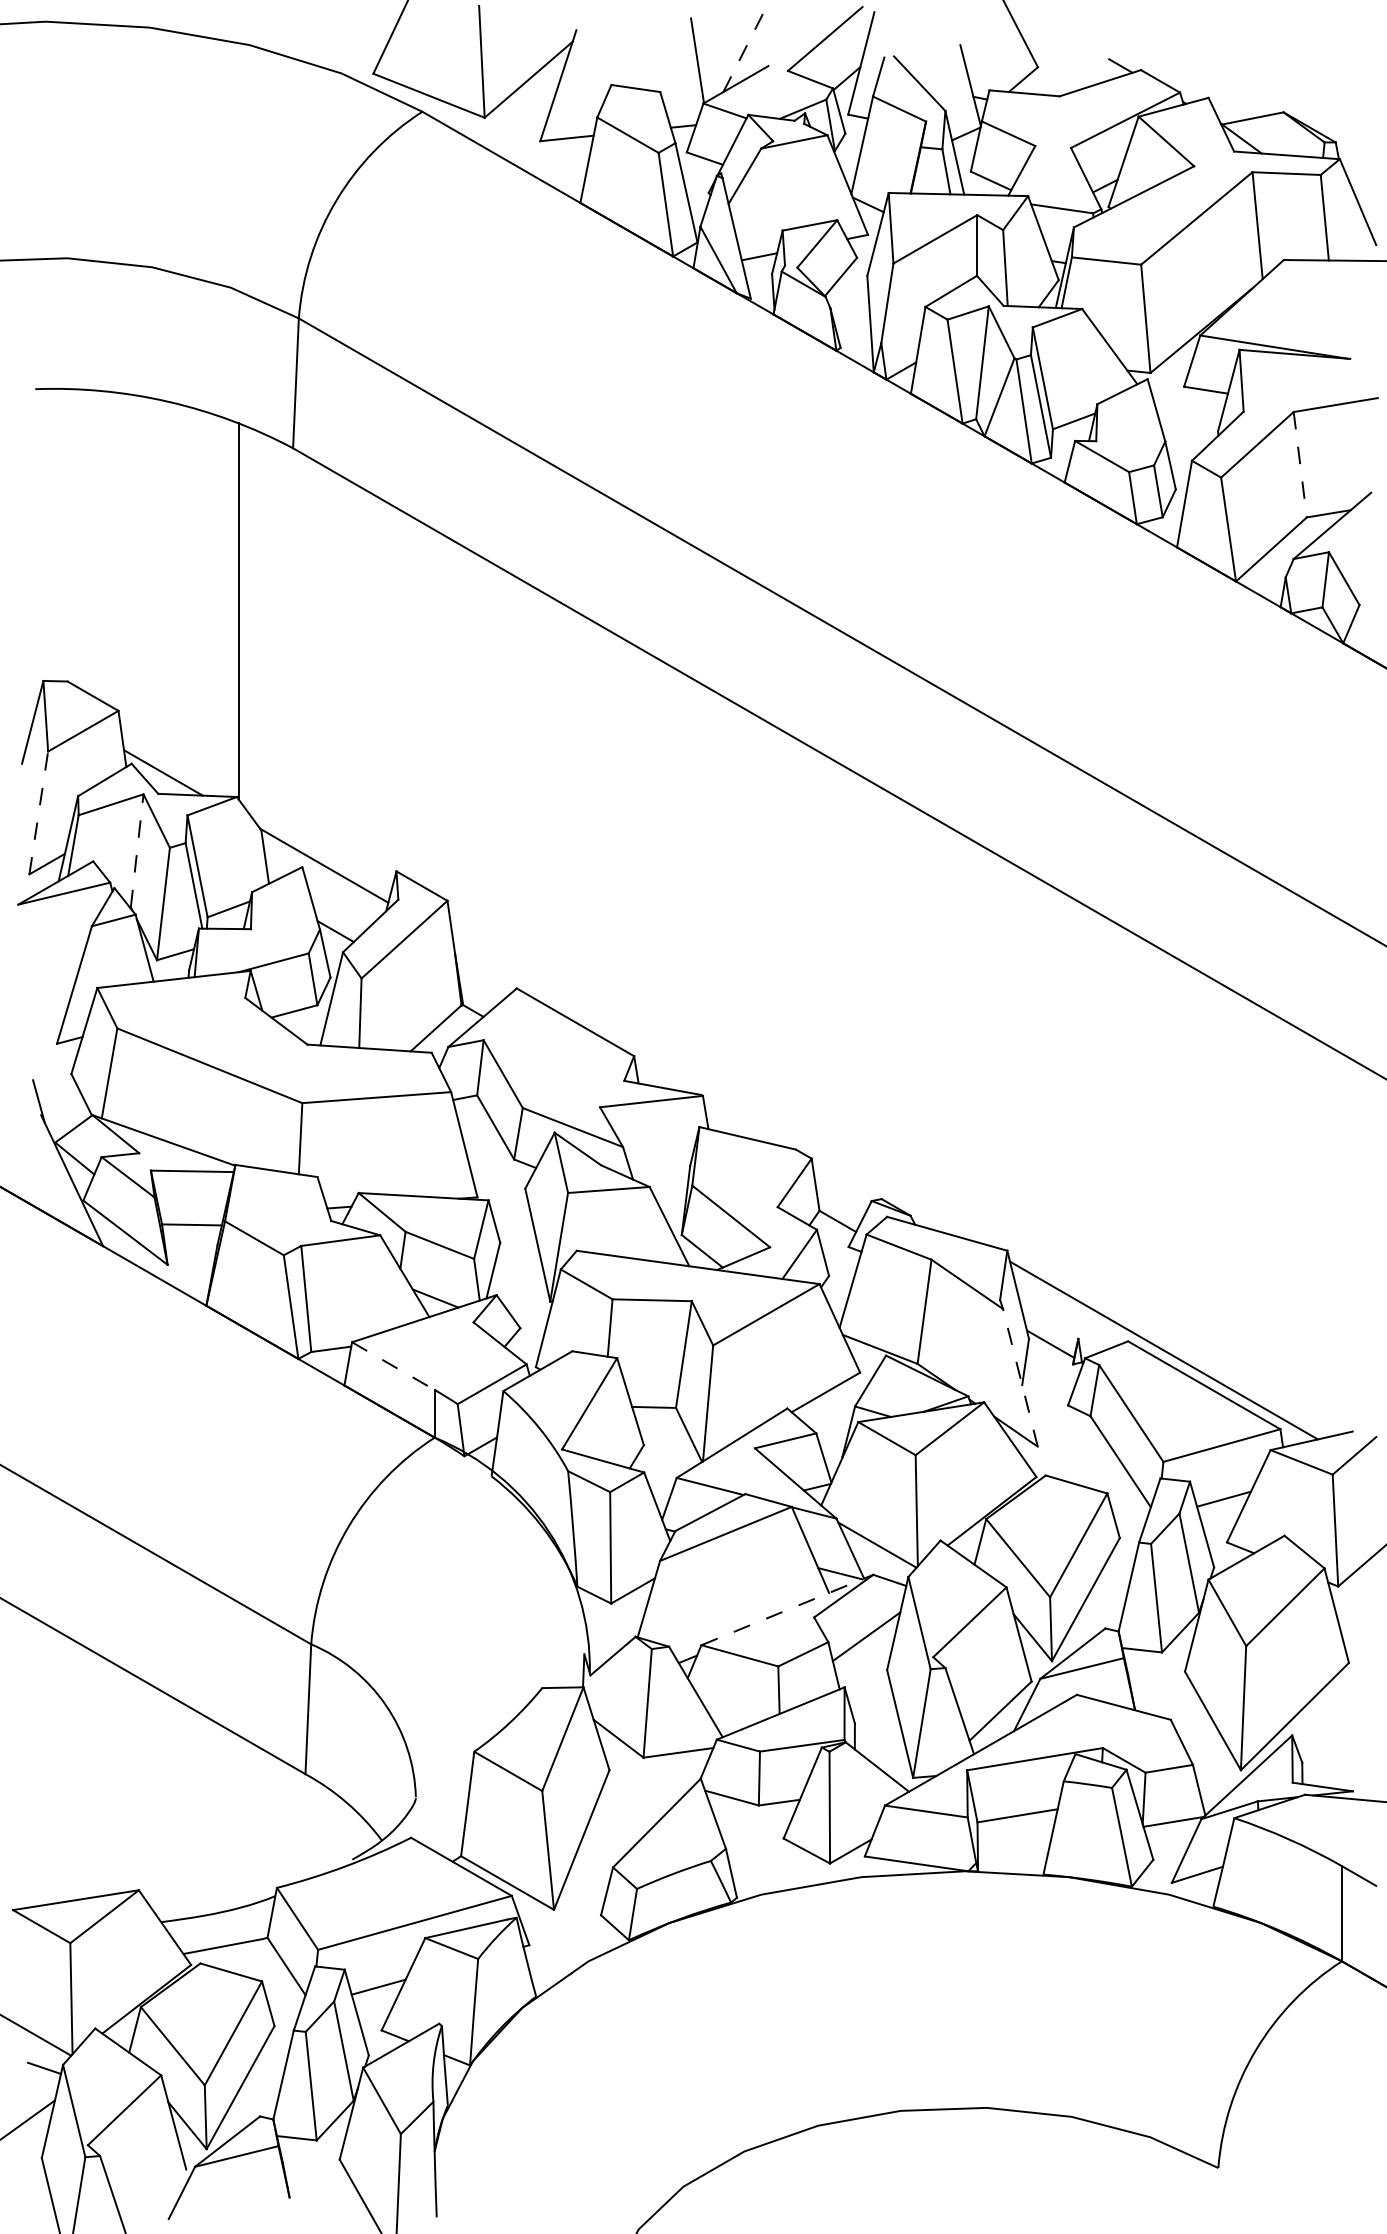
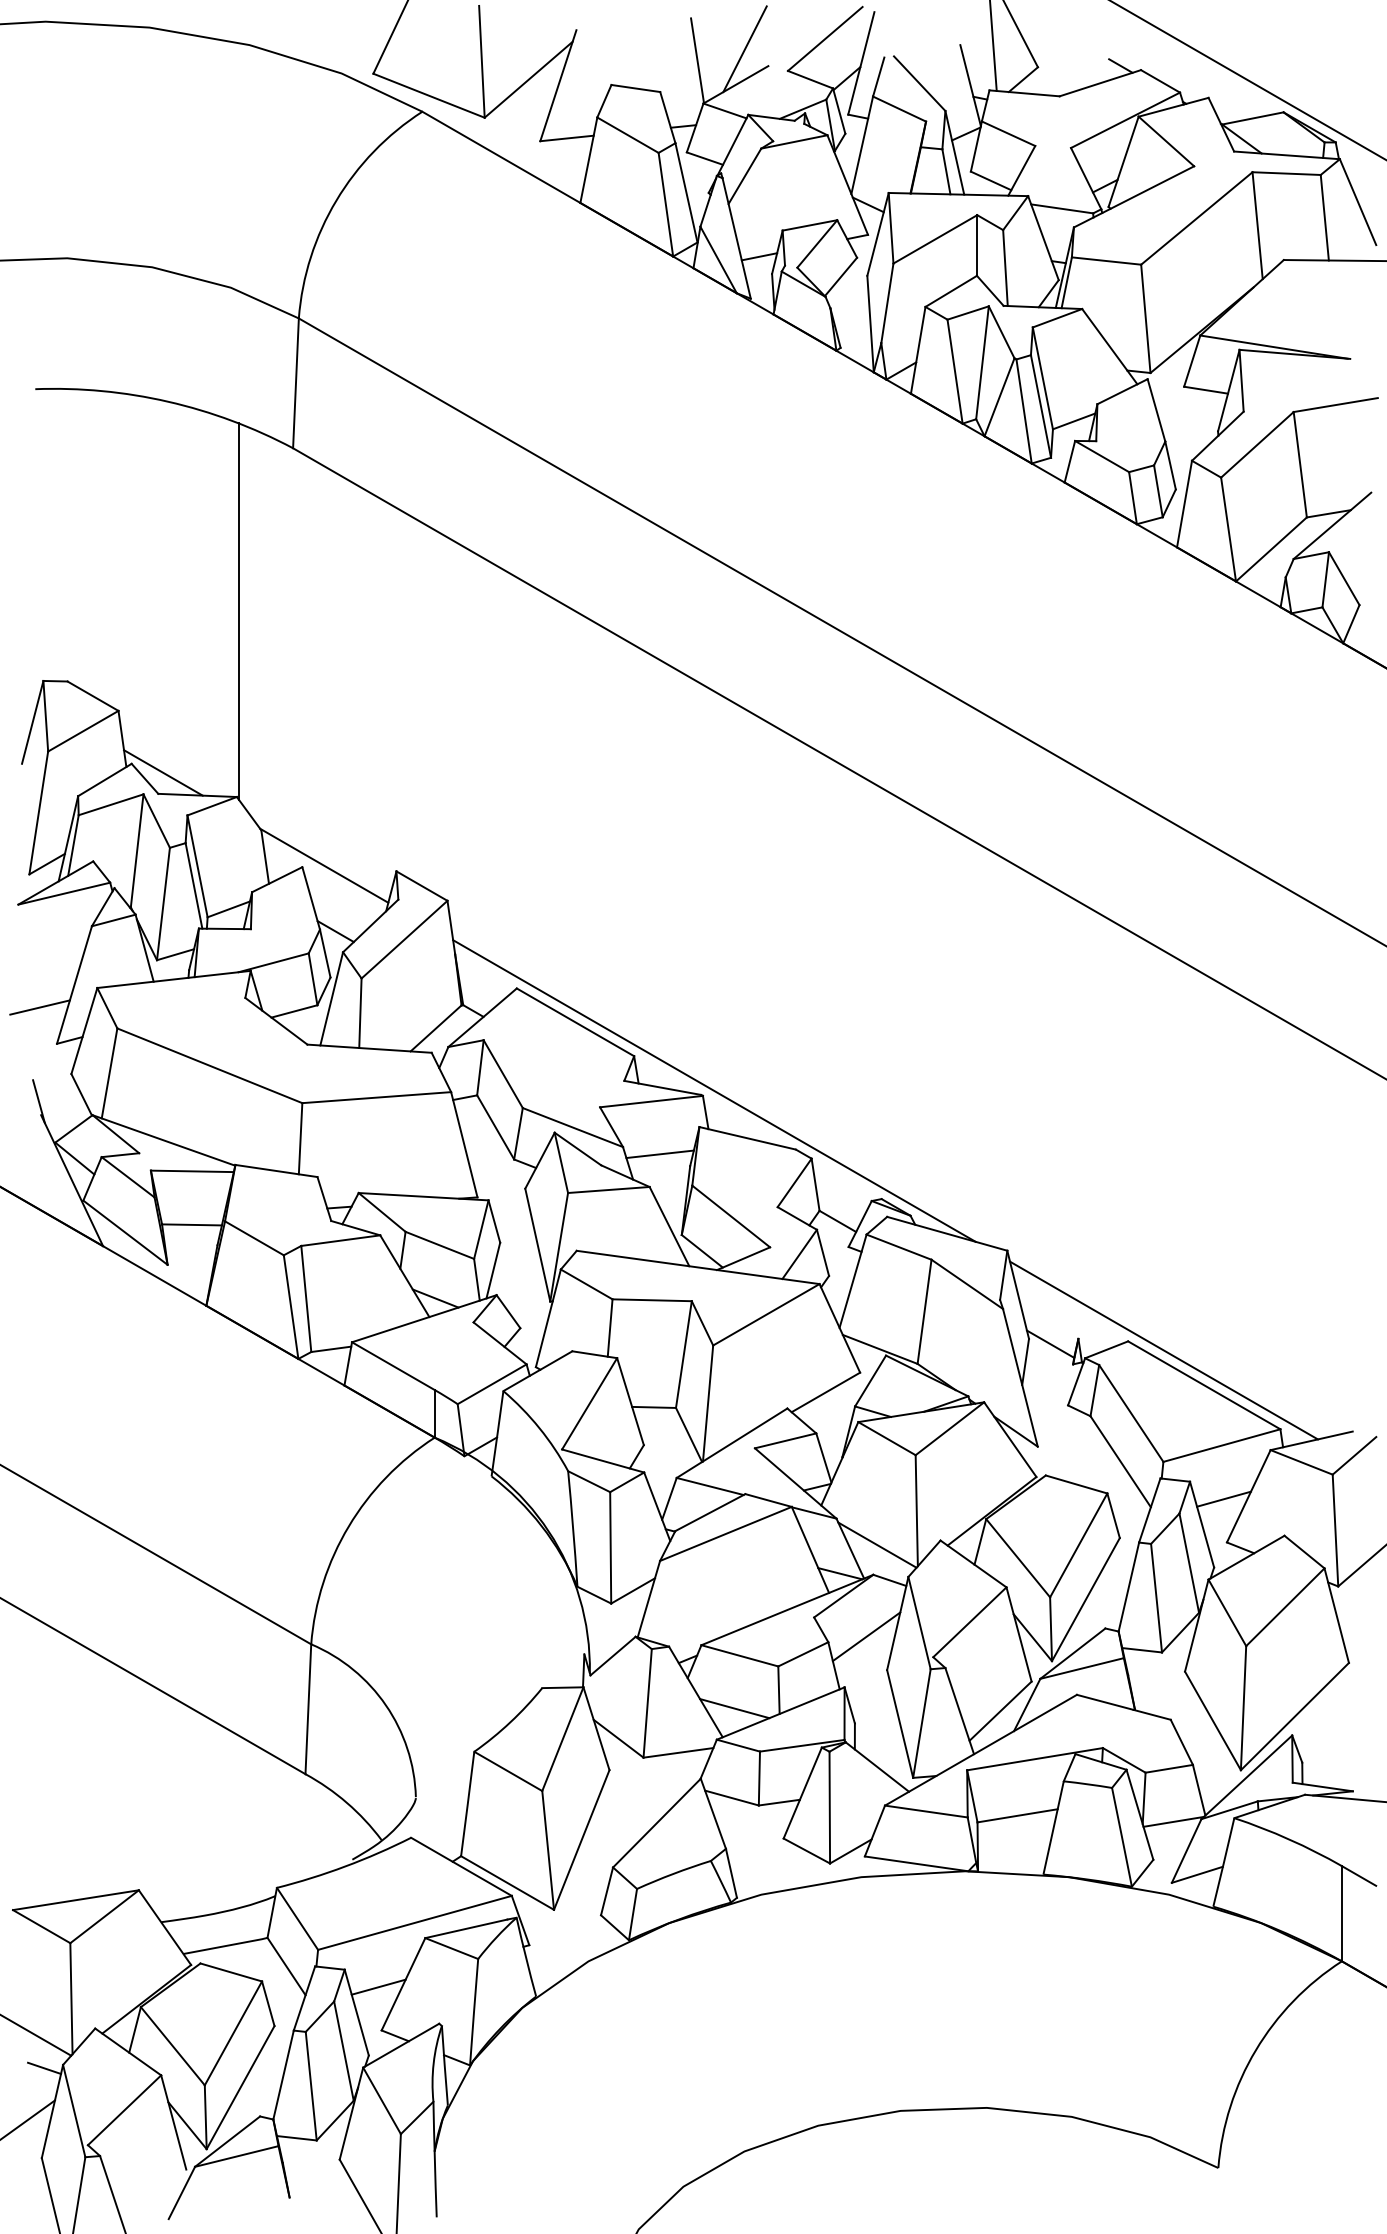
line at (993, 46): none -> present
line at (745, 48): dashed -> solid
line at (1247, 80): none -> present
line at (1300, 465): dashed -> solid
line at (38, 812): dashed -> solid
line at (137, 850): dashed -> solid
line at (39, 1007): none -> present
line at (714, 1090): none -> present
line at (659, 1154): none -> present
line at (393, 1366): dashed -> solid
line at (1020, 1377): dashed -> solid
line at (787, 1610): dashed -> solid
line at (734, 1708): none -> present
